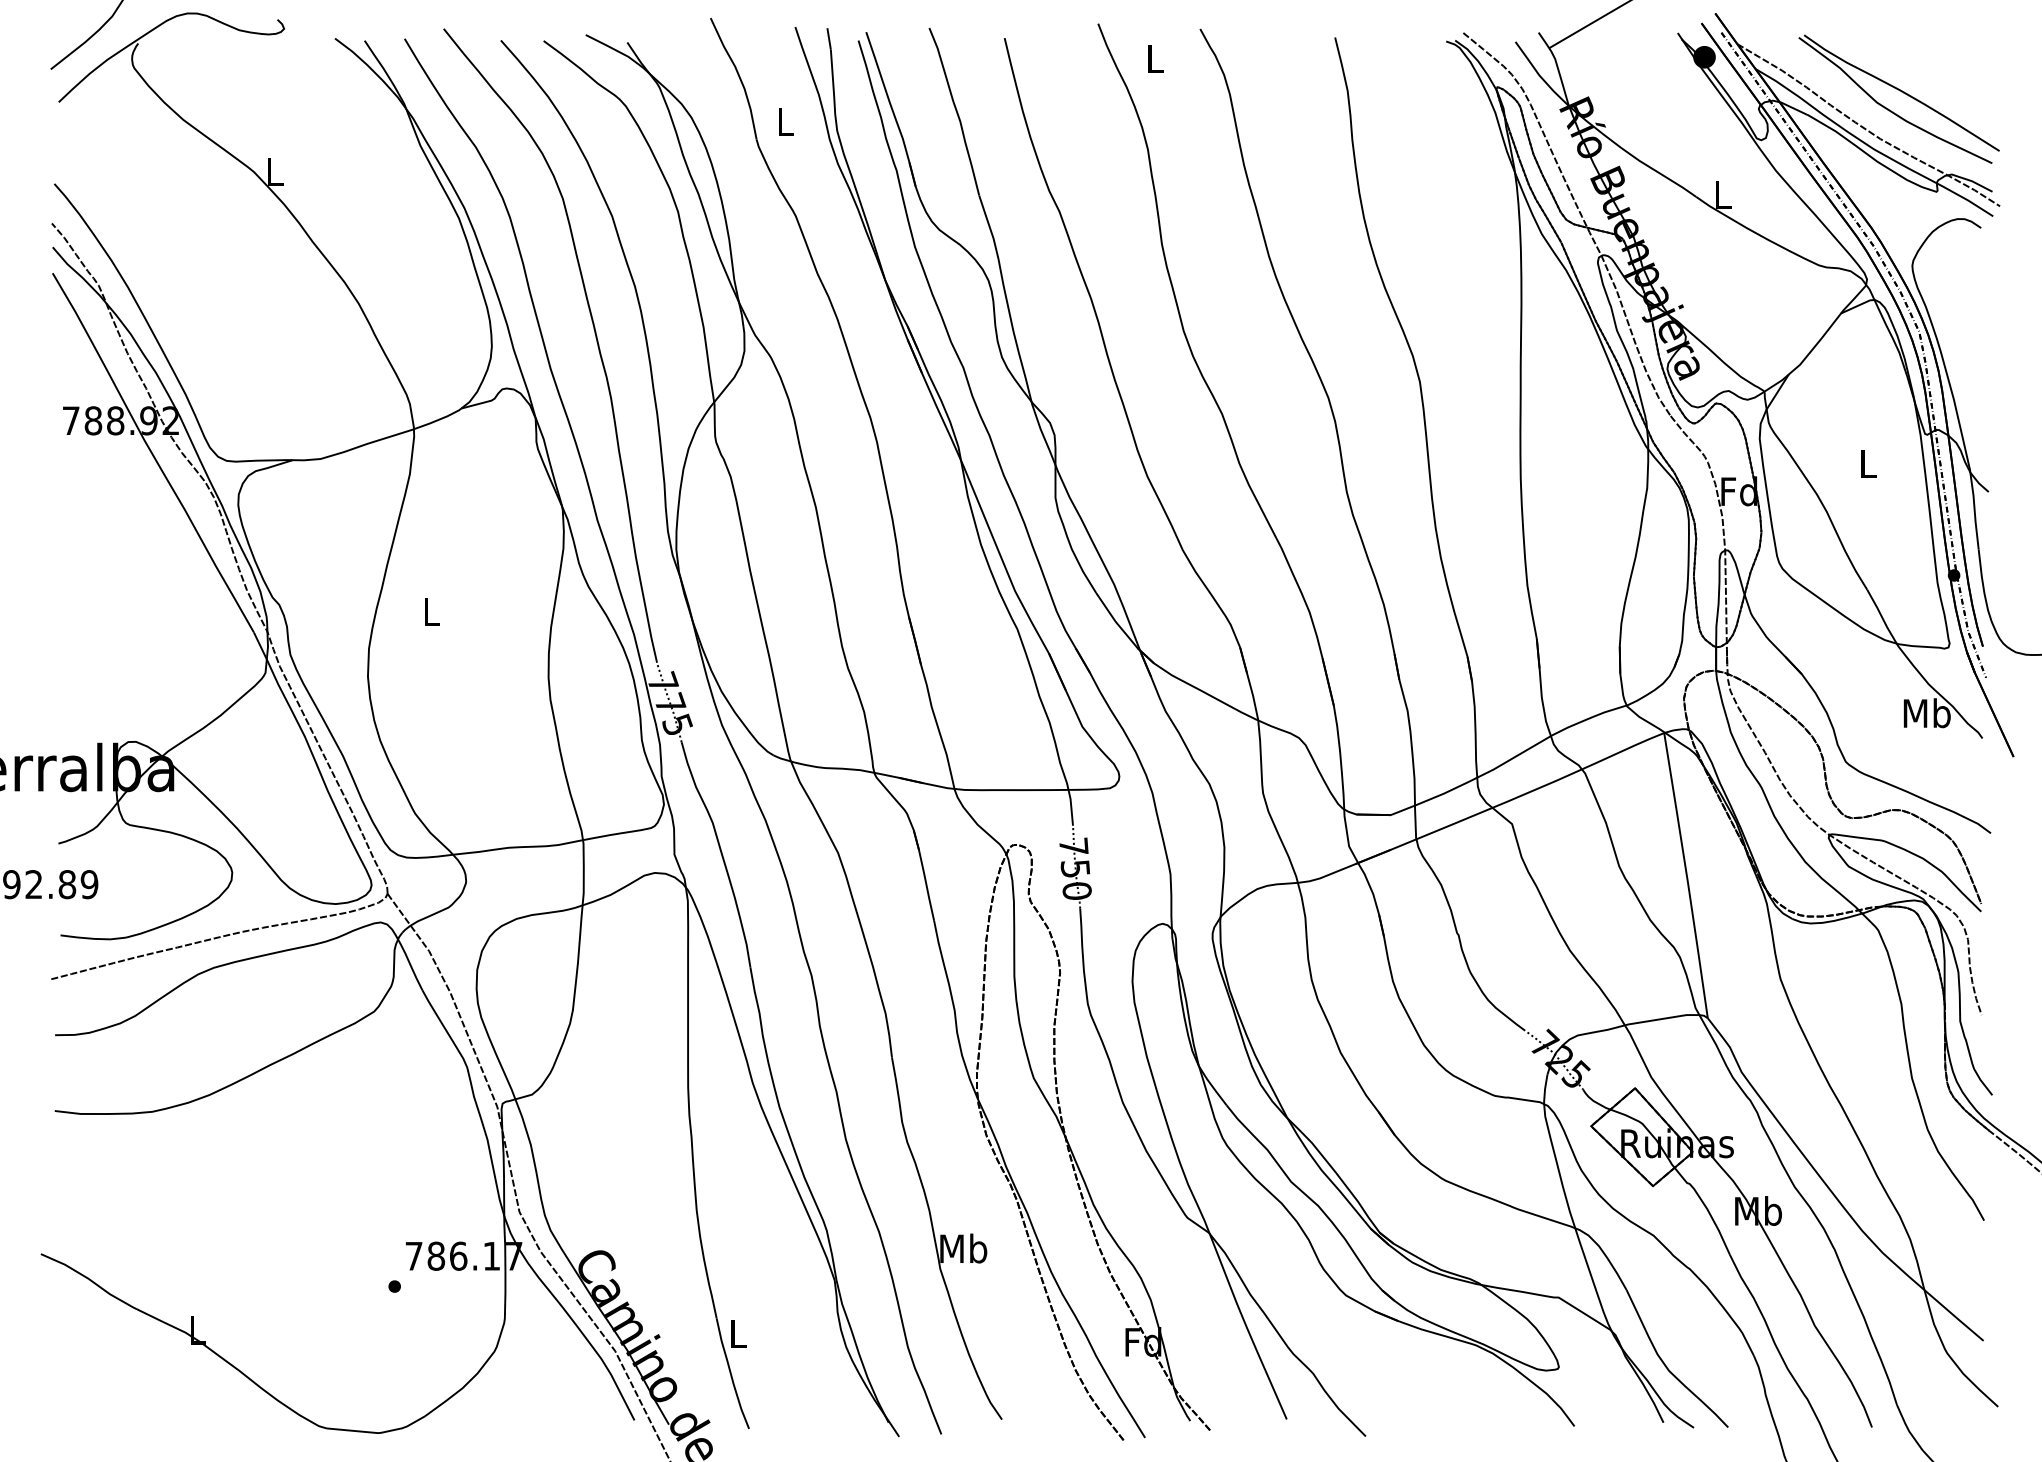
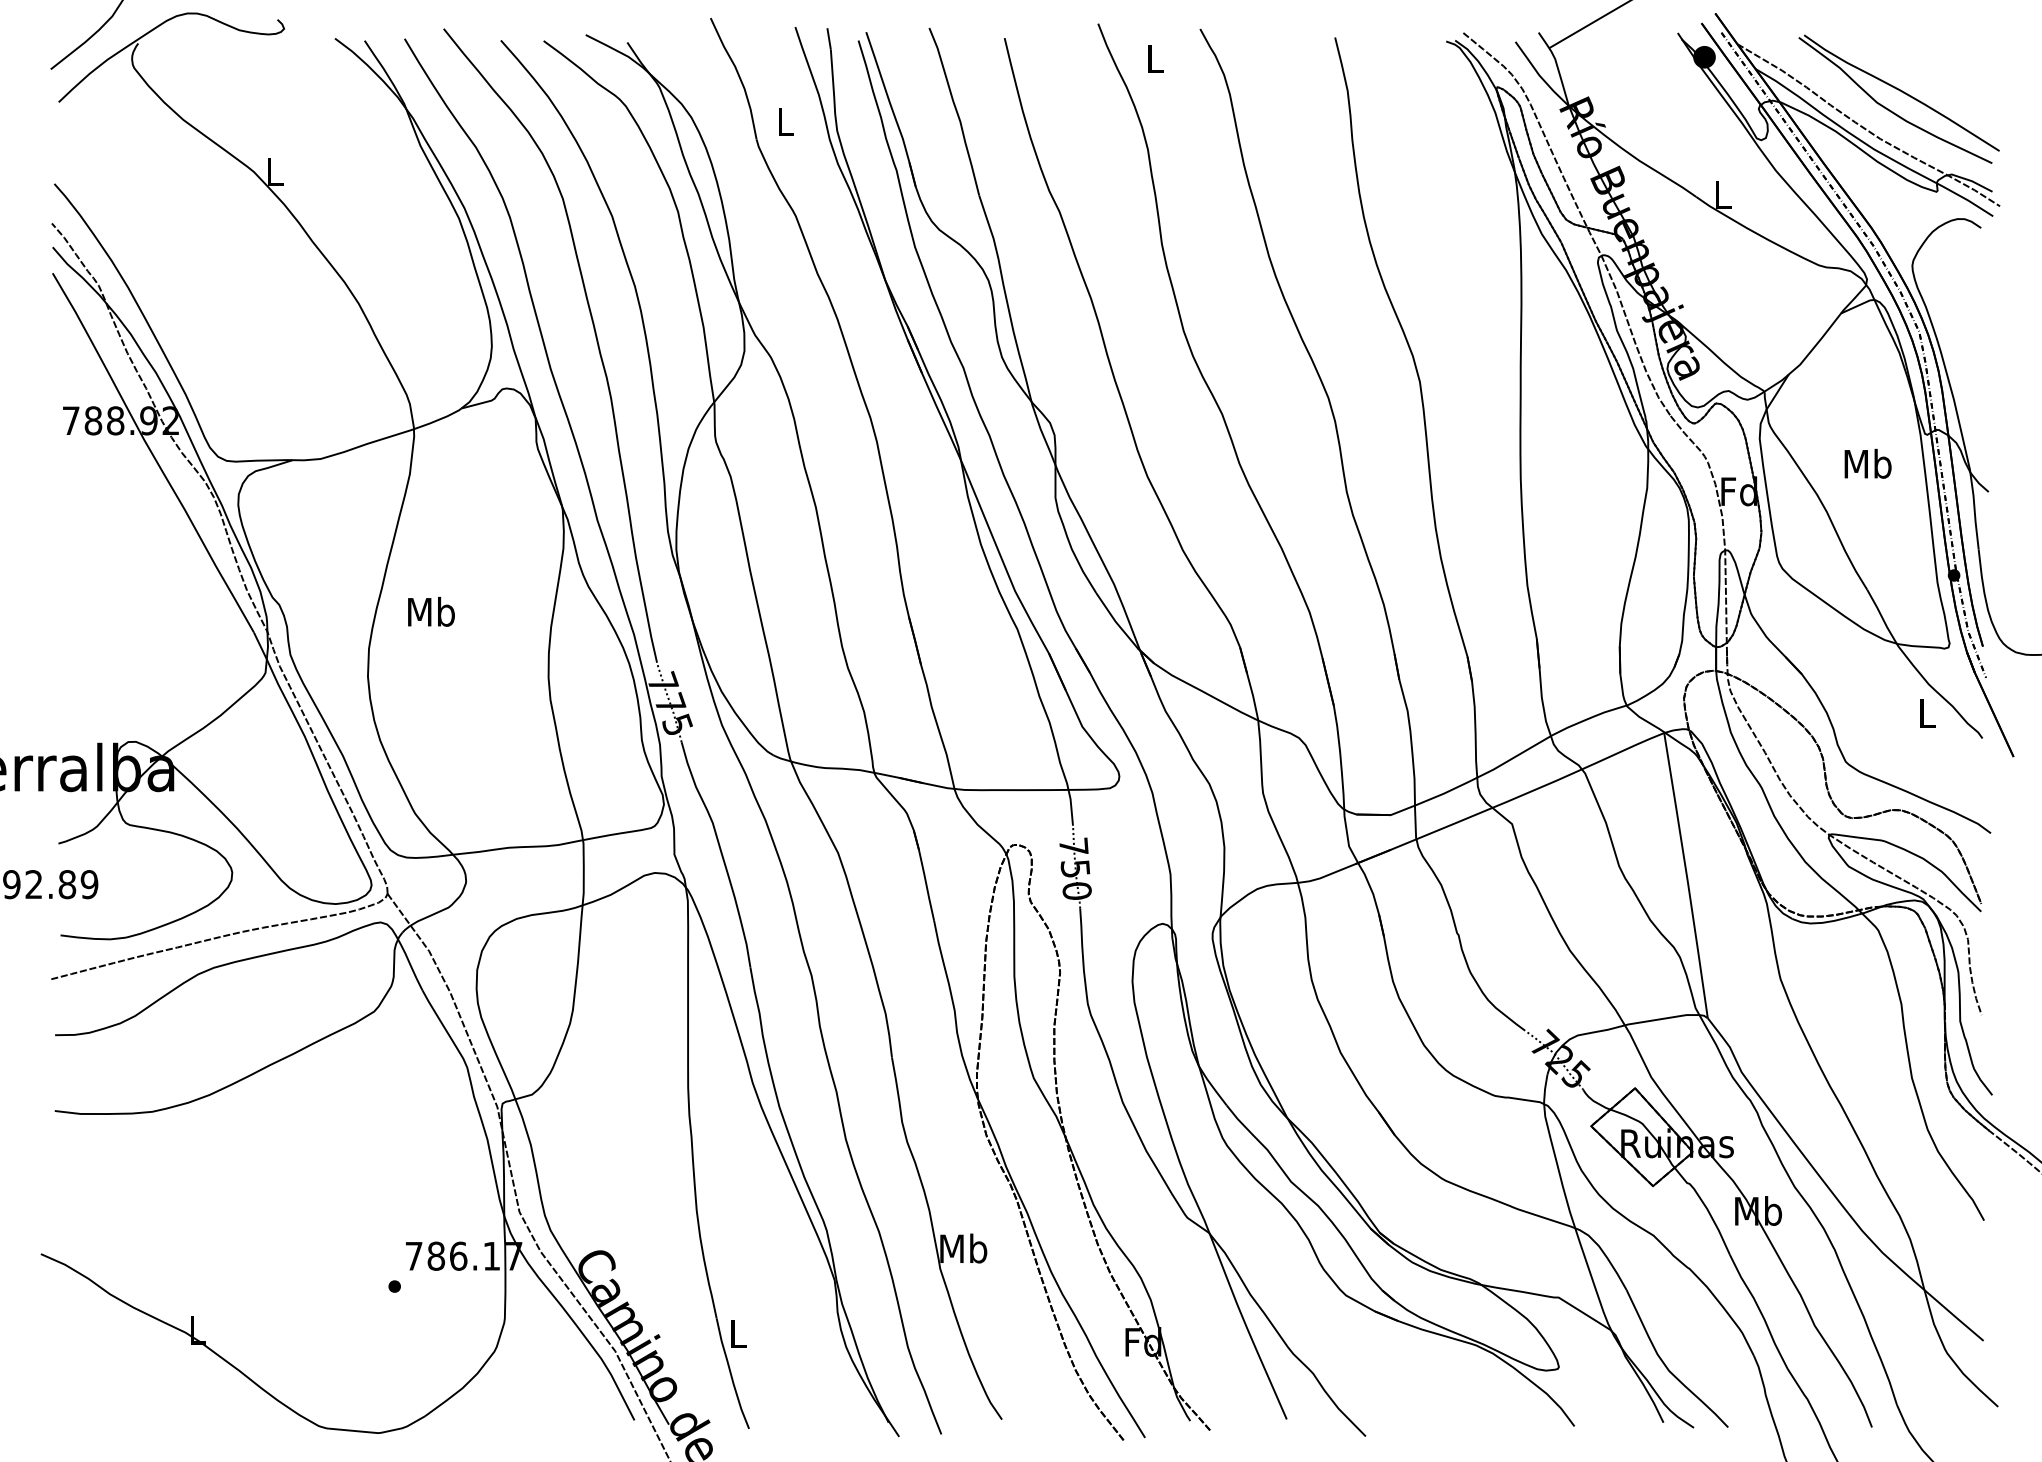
text at (1867, 463): L -> Mb
text at (431, 611): L -> Mb
text at (1926, 713): Mb -> L
